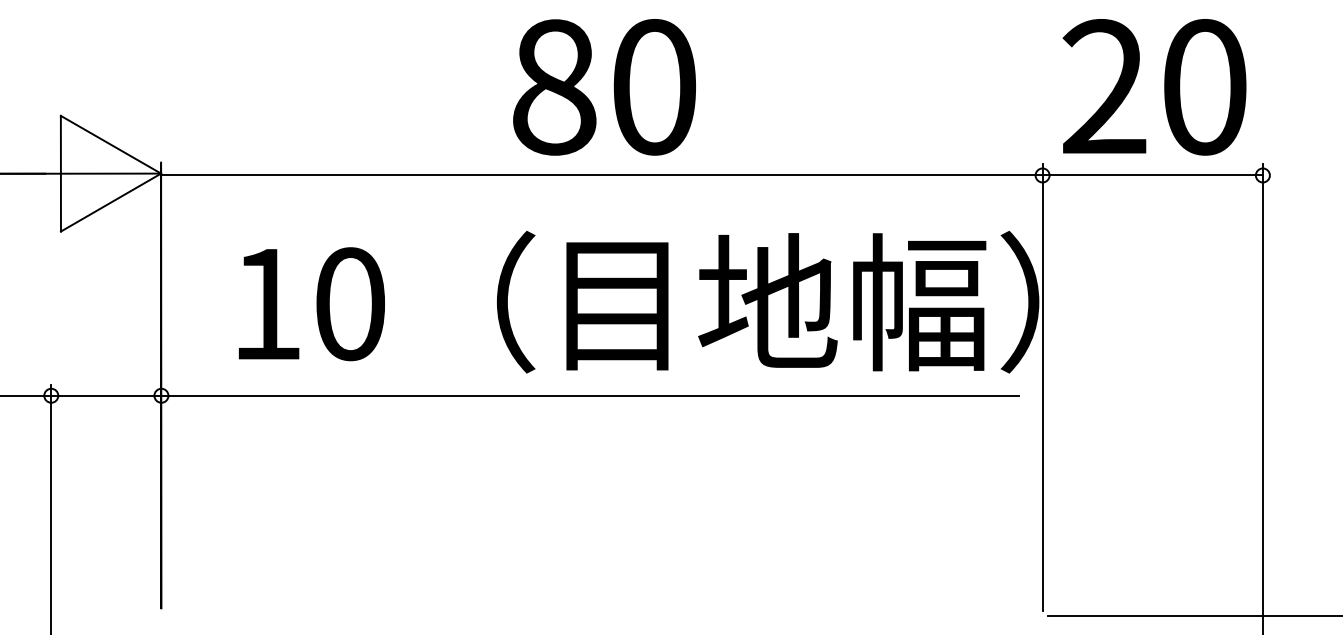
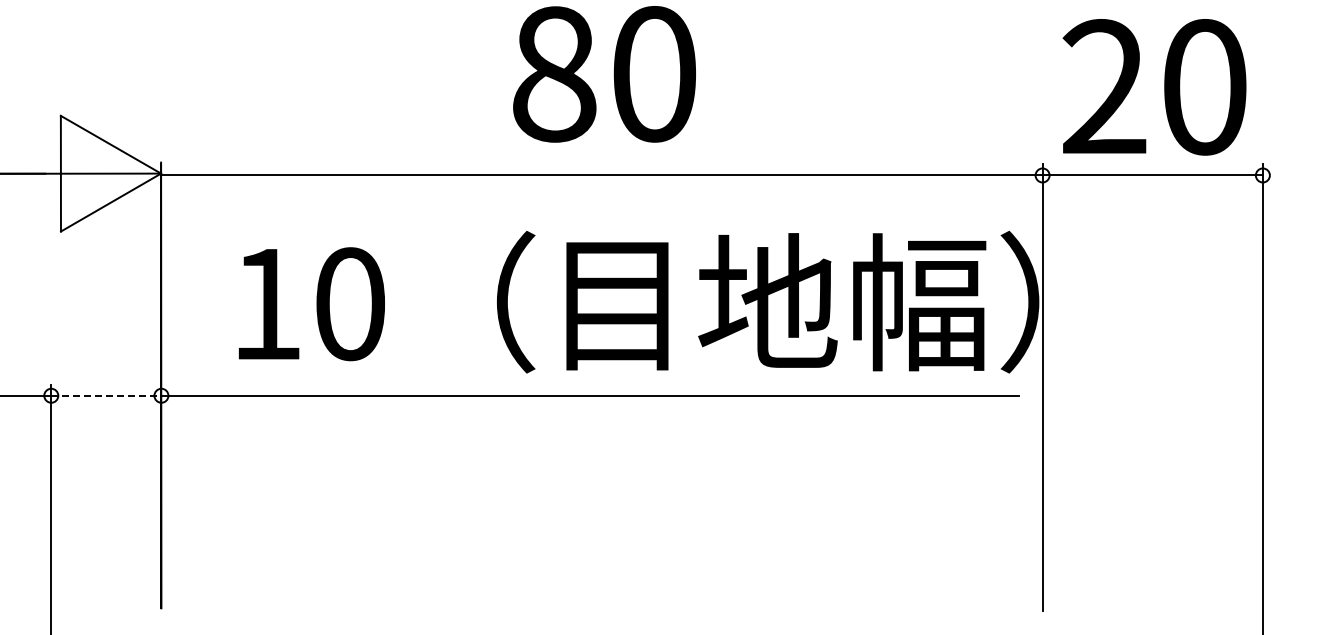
text at (604, 87) position: (604, 87) -> (604, 74)
line at (106, 395): solid -> dashed
line at (1193, 616): present -> none
